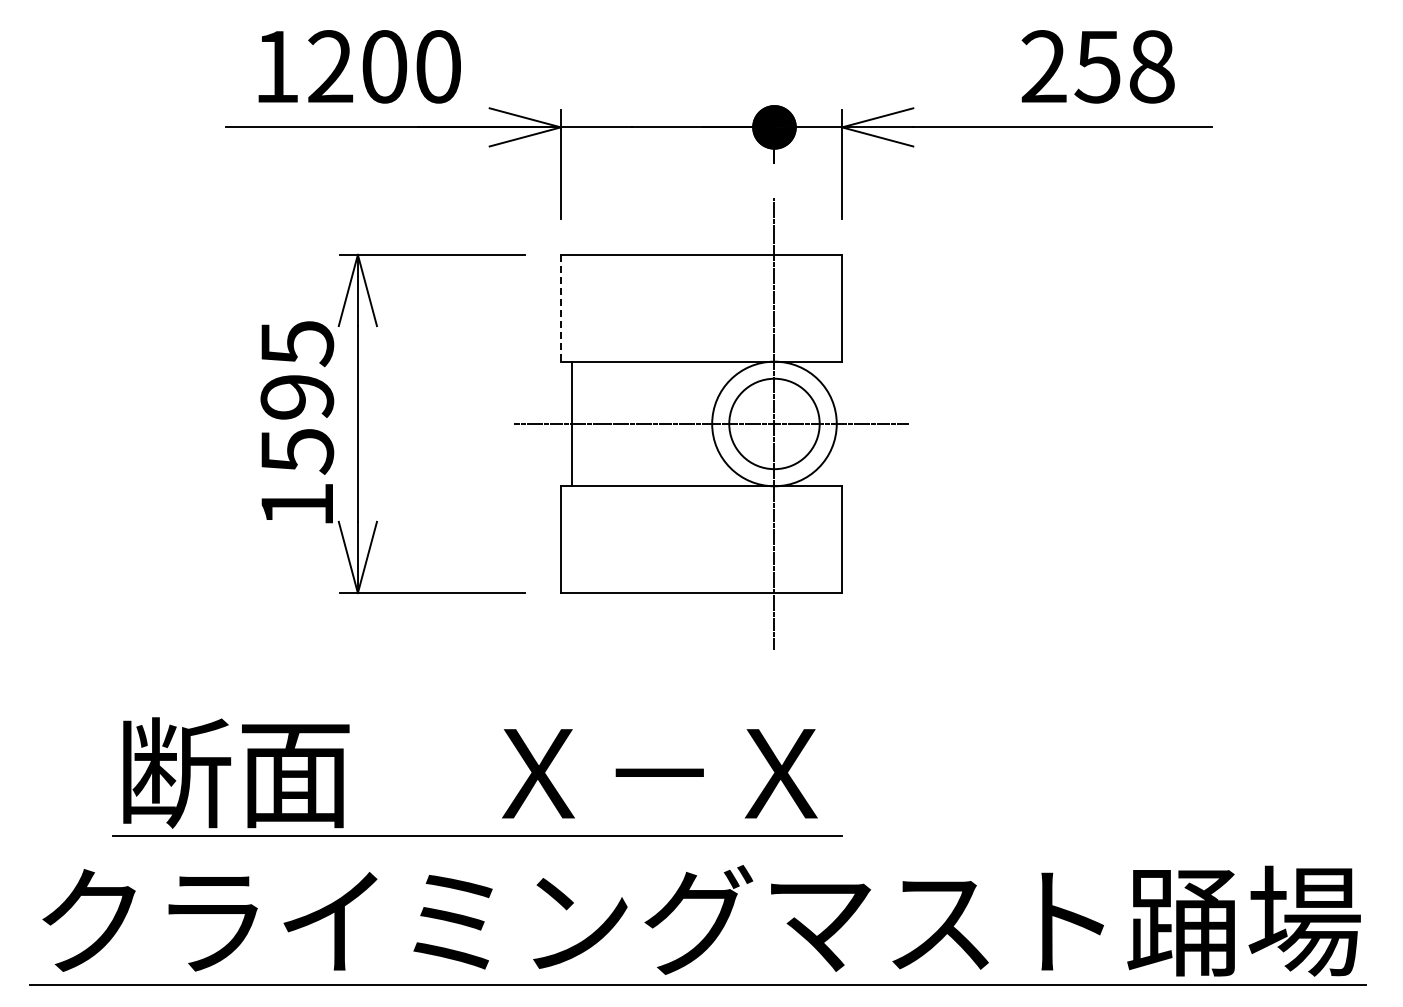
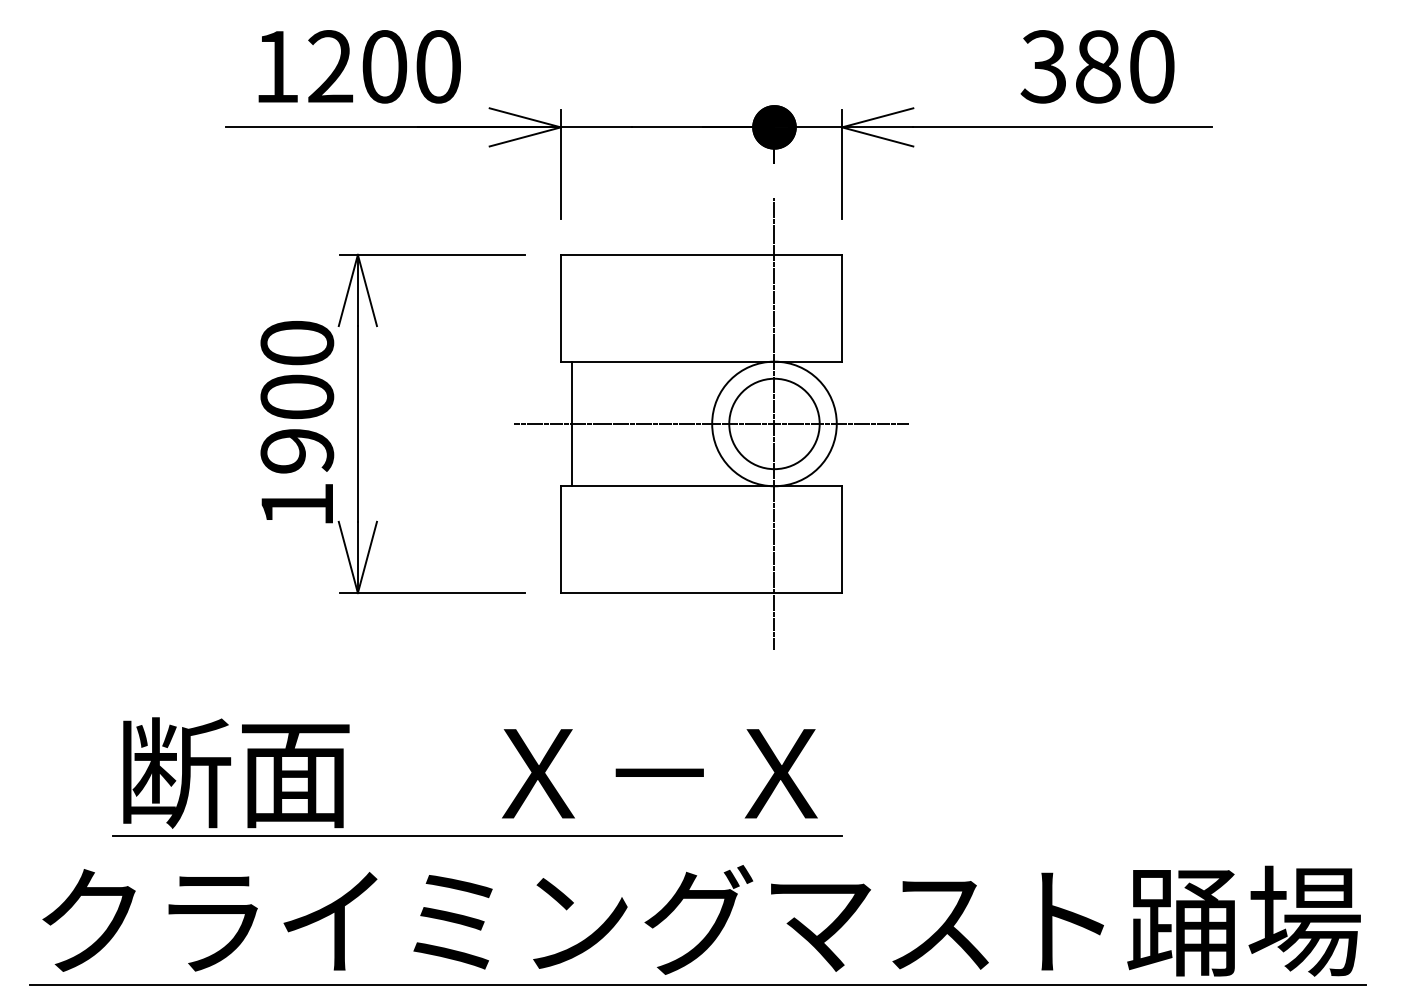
text at (1097, 66): 258 -> 380
line at (560, 308): dashed -> solid
text at (297, 397): 1595 -> 1900
